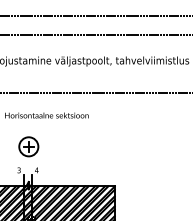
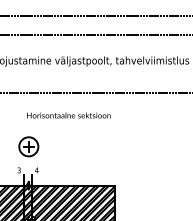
text at (46, 115) position: (46, 115) -> (68, 115)
